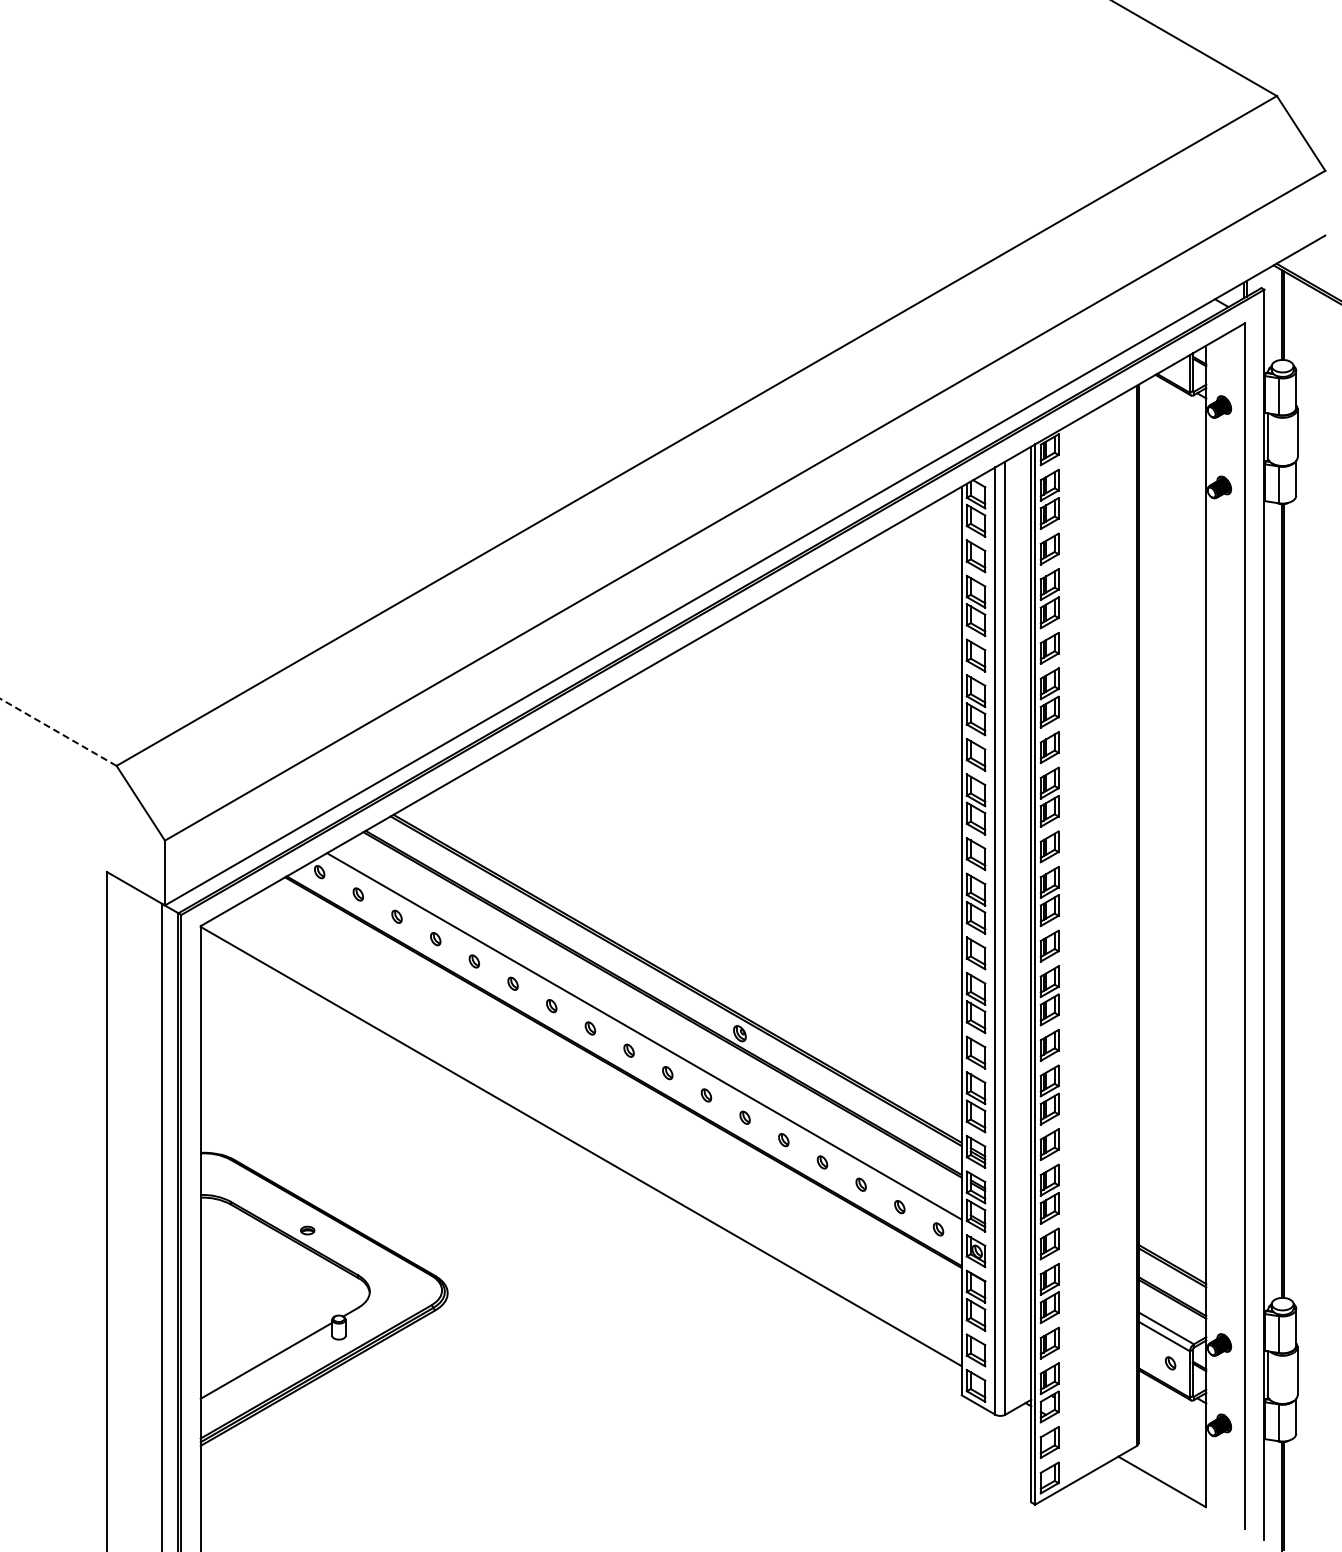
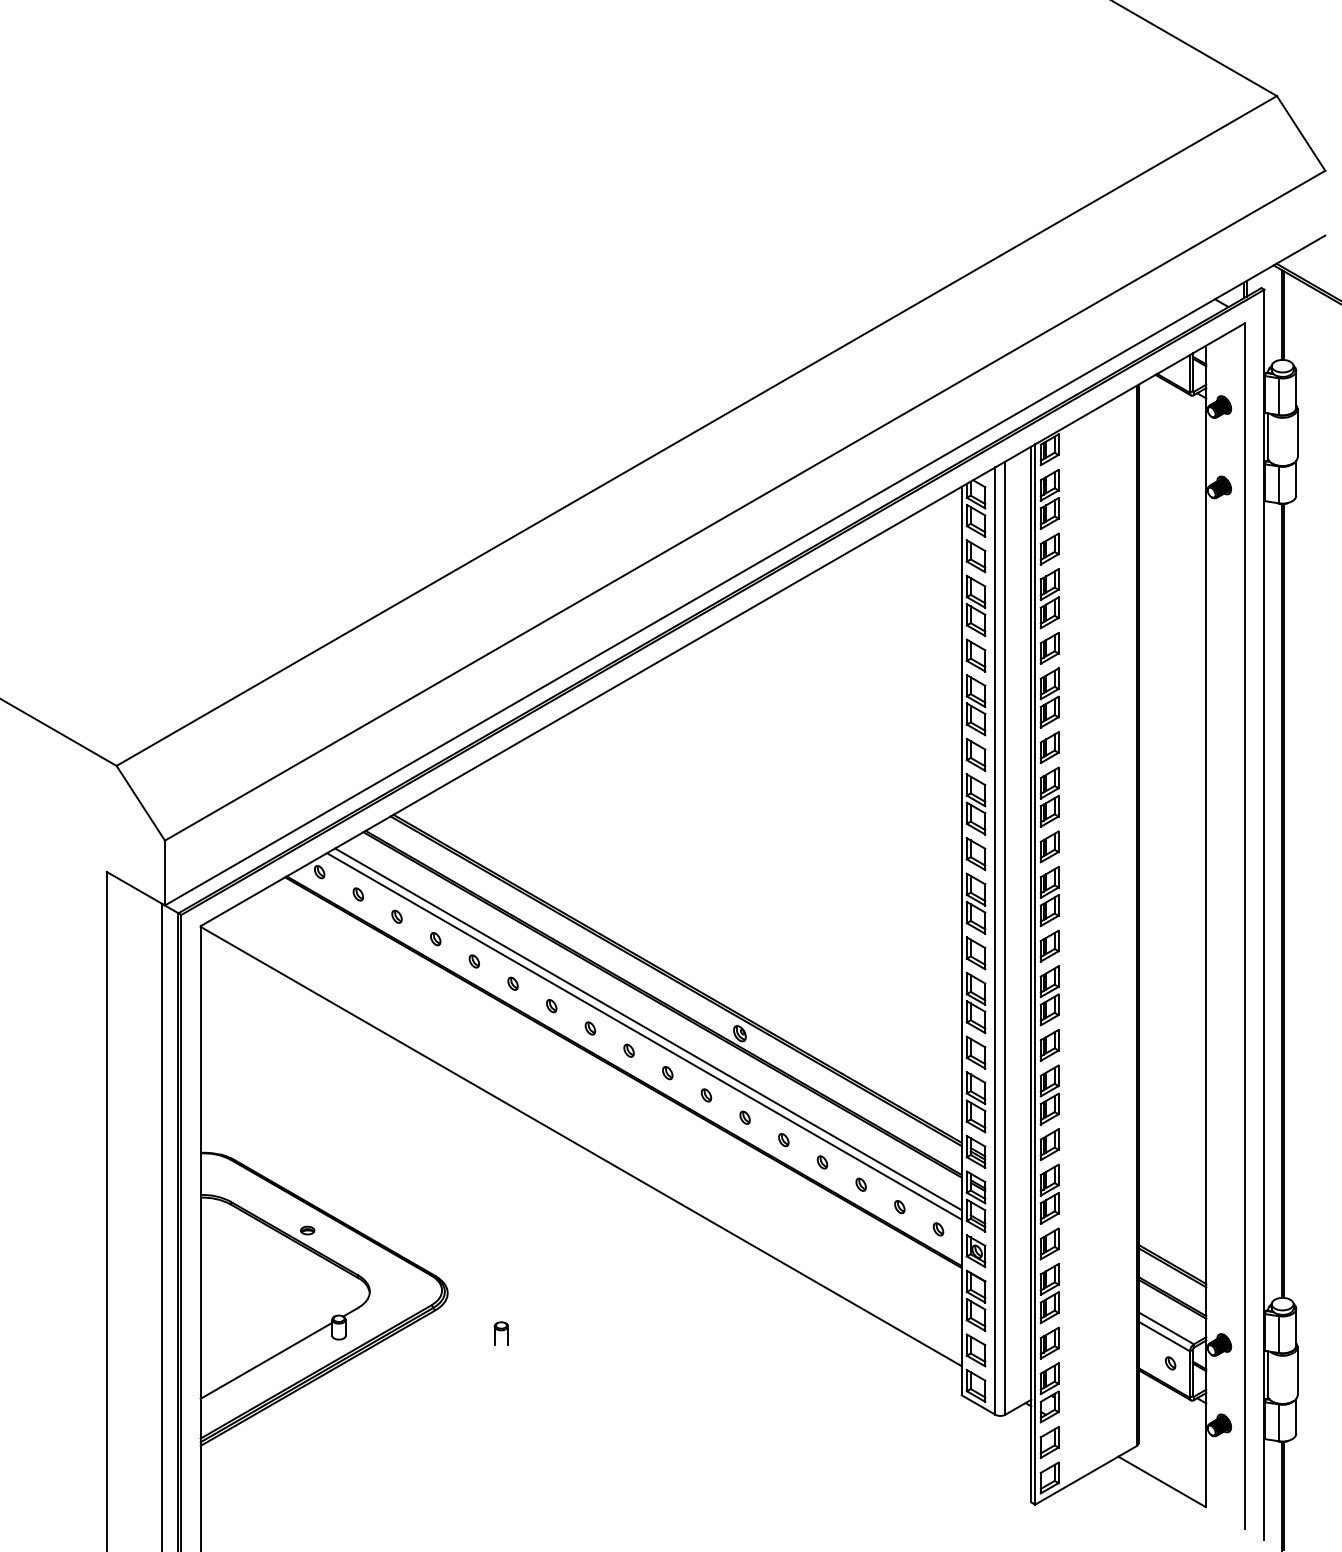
line at (58, 732): dashed -> solid
line at (648, 1029): none -> present
part at (501, 1333): none -> present
